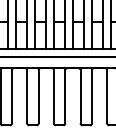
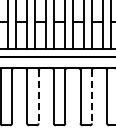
line at (38, 96): solid -> dashed
line at (91, 96): solid -> dashed
